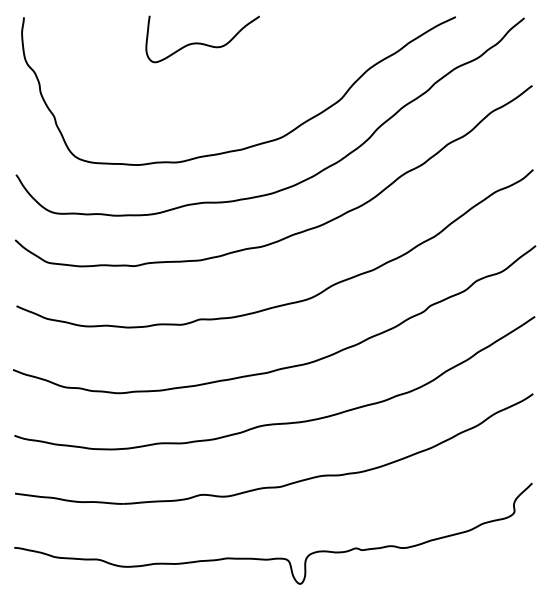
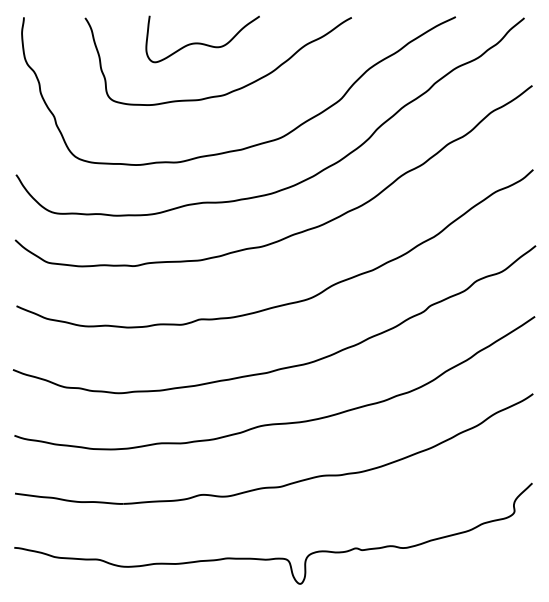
curve at (229, 91): none -> present
